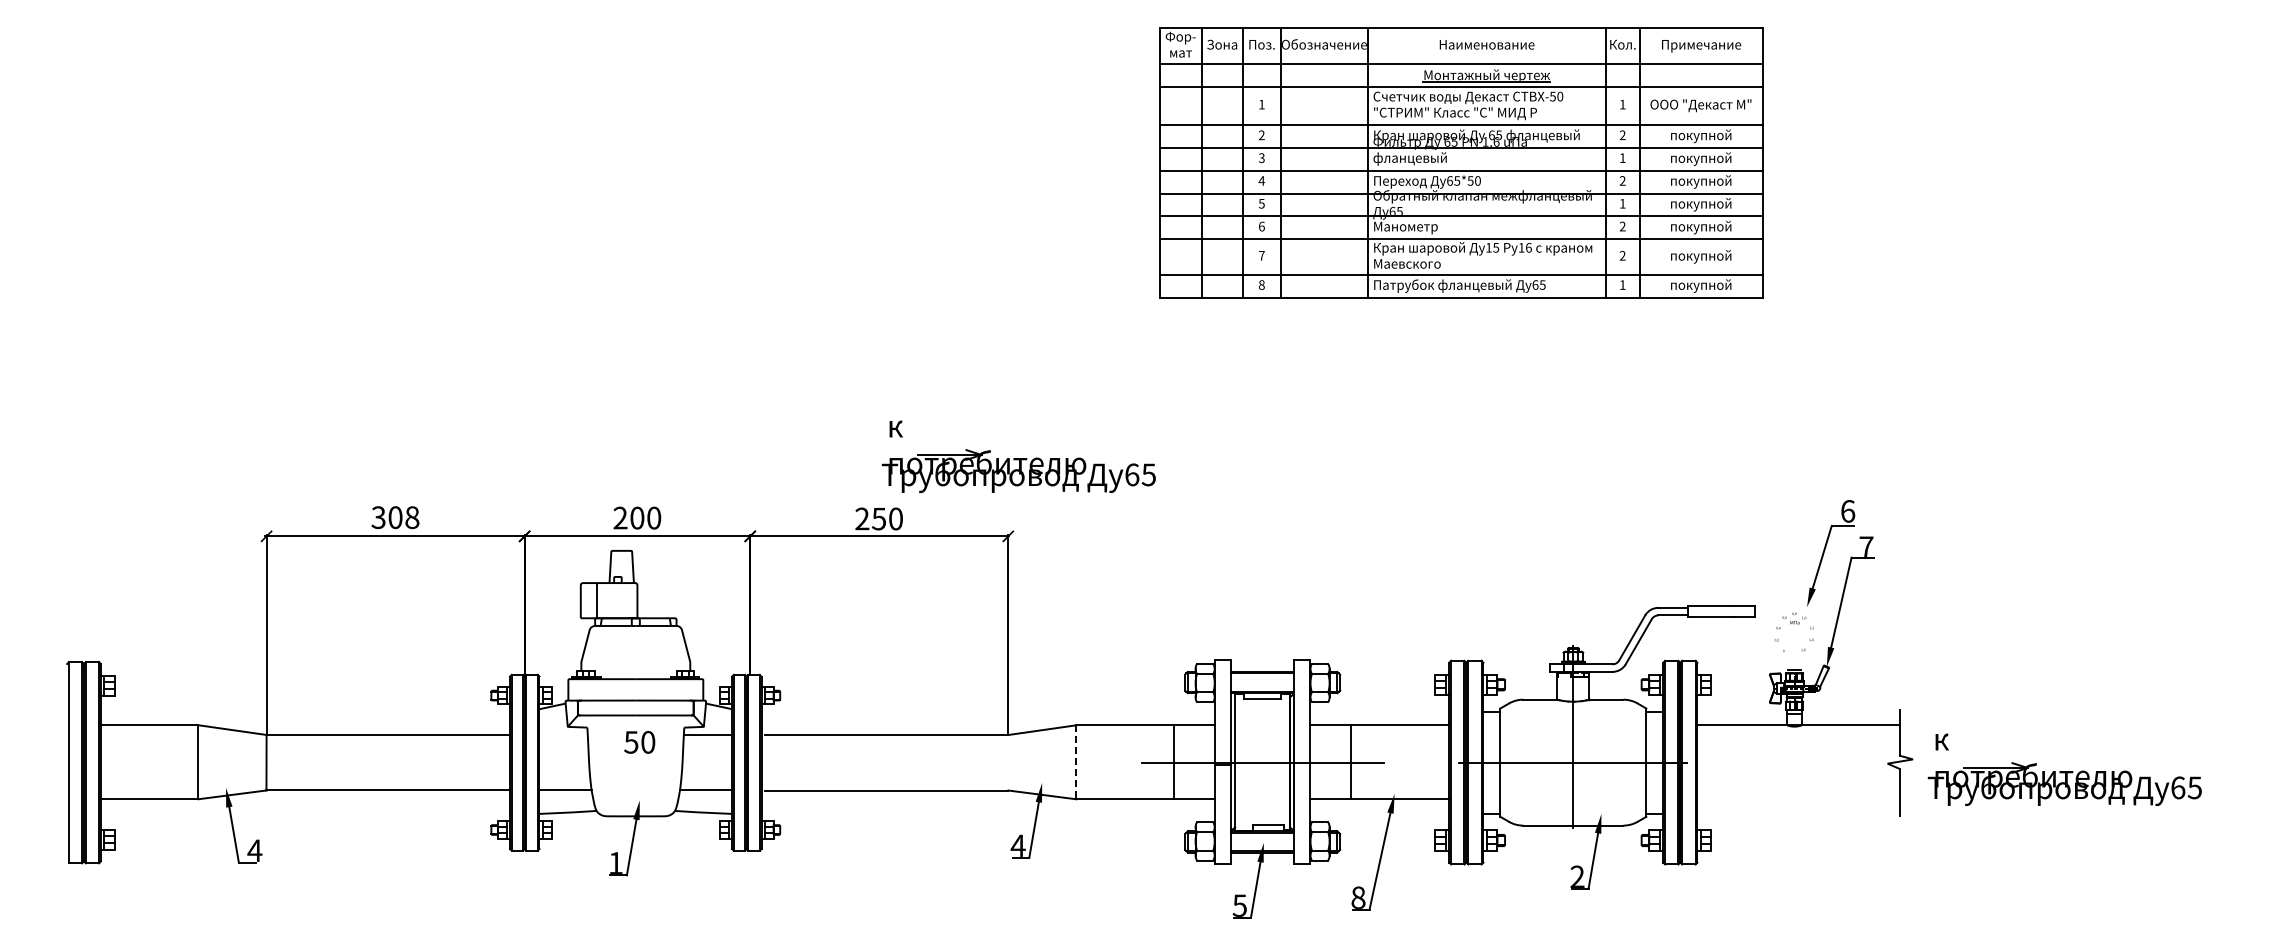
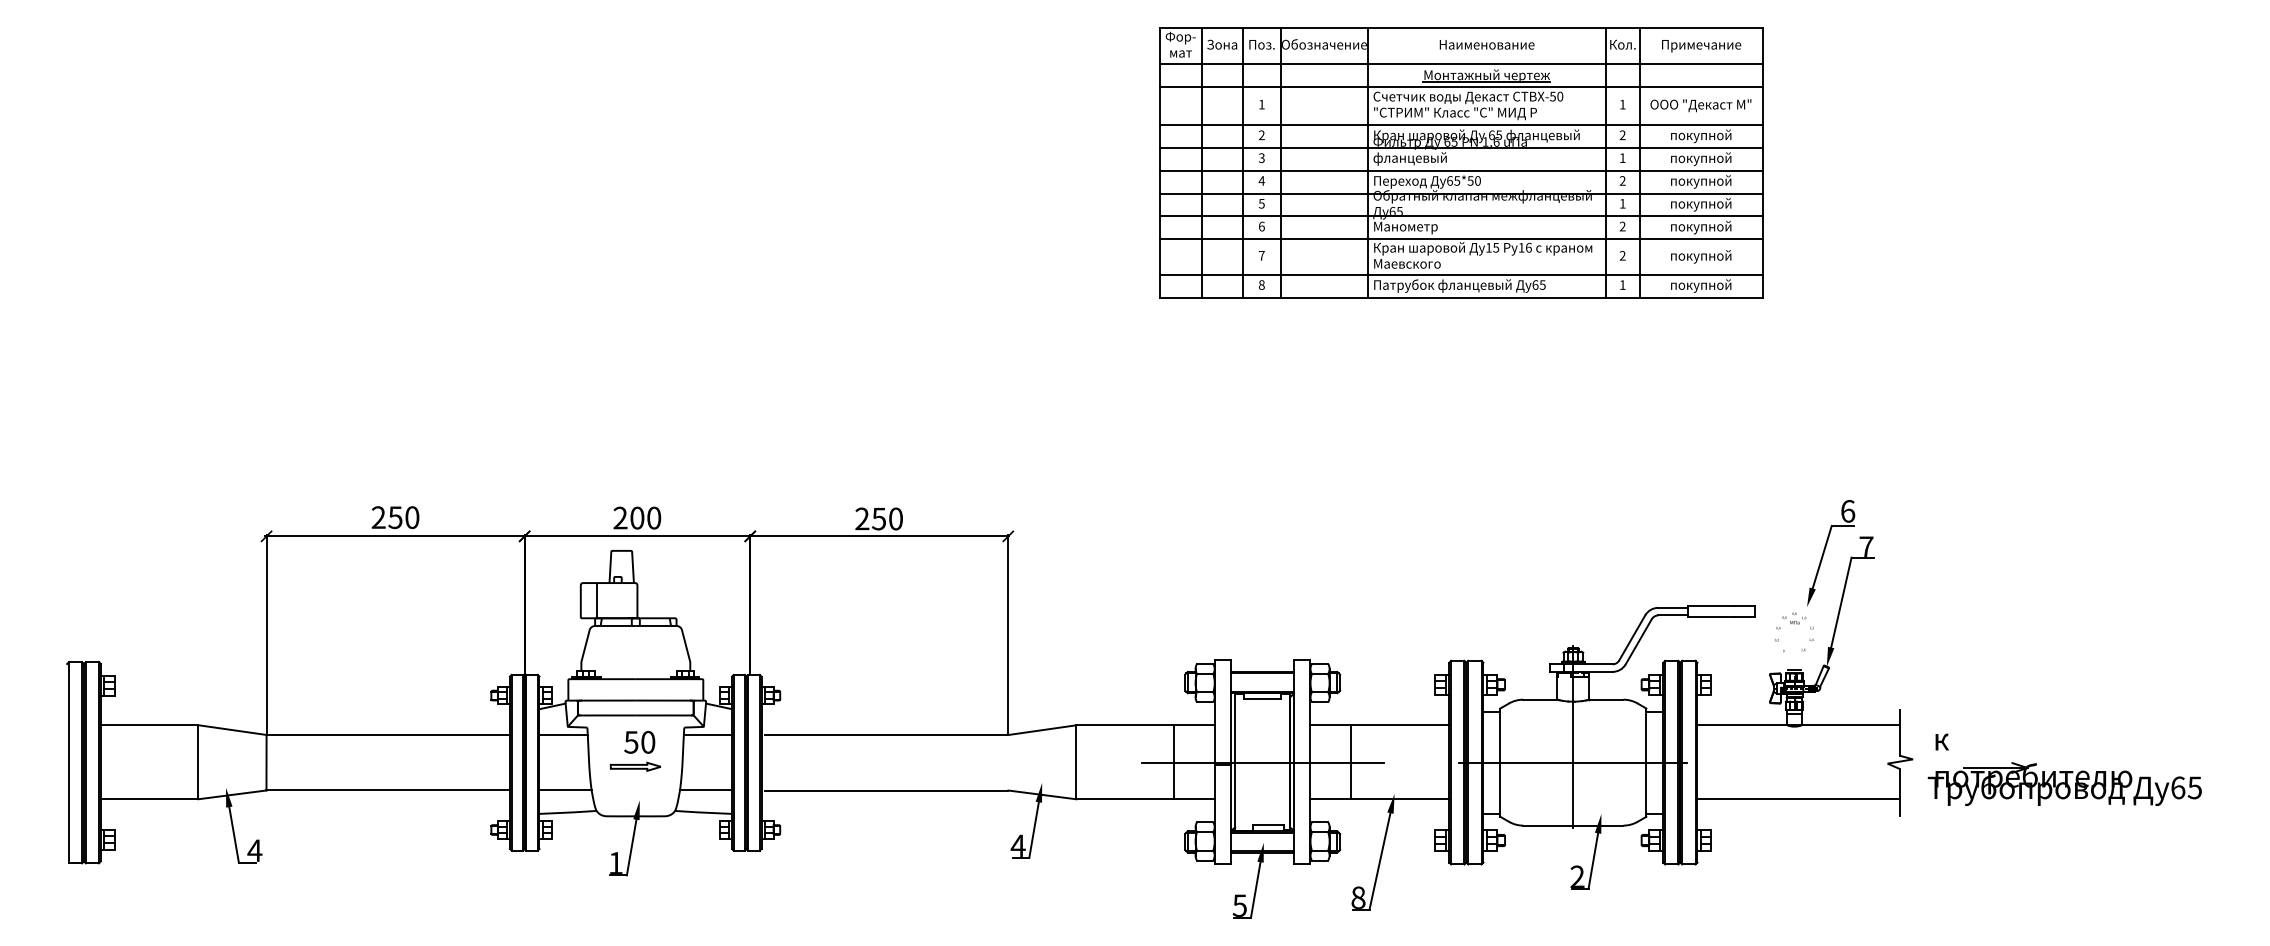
part at (1018, 456): present -> none
text at (395, 517): 308 -> 250
line at (563, 735): none -> present
line at (1076, 762): dashed -> solid
part at (635, 766): none -> present
line at (1797, 799): none -> present
